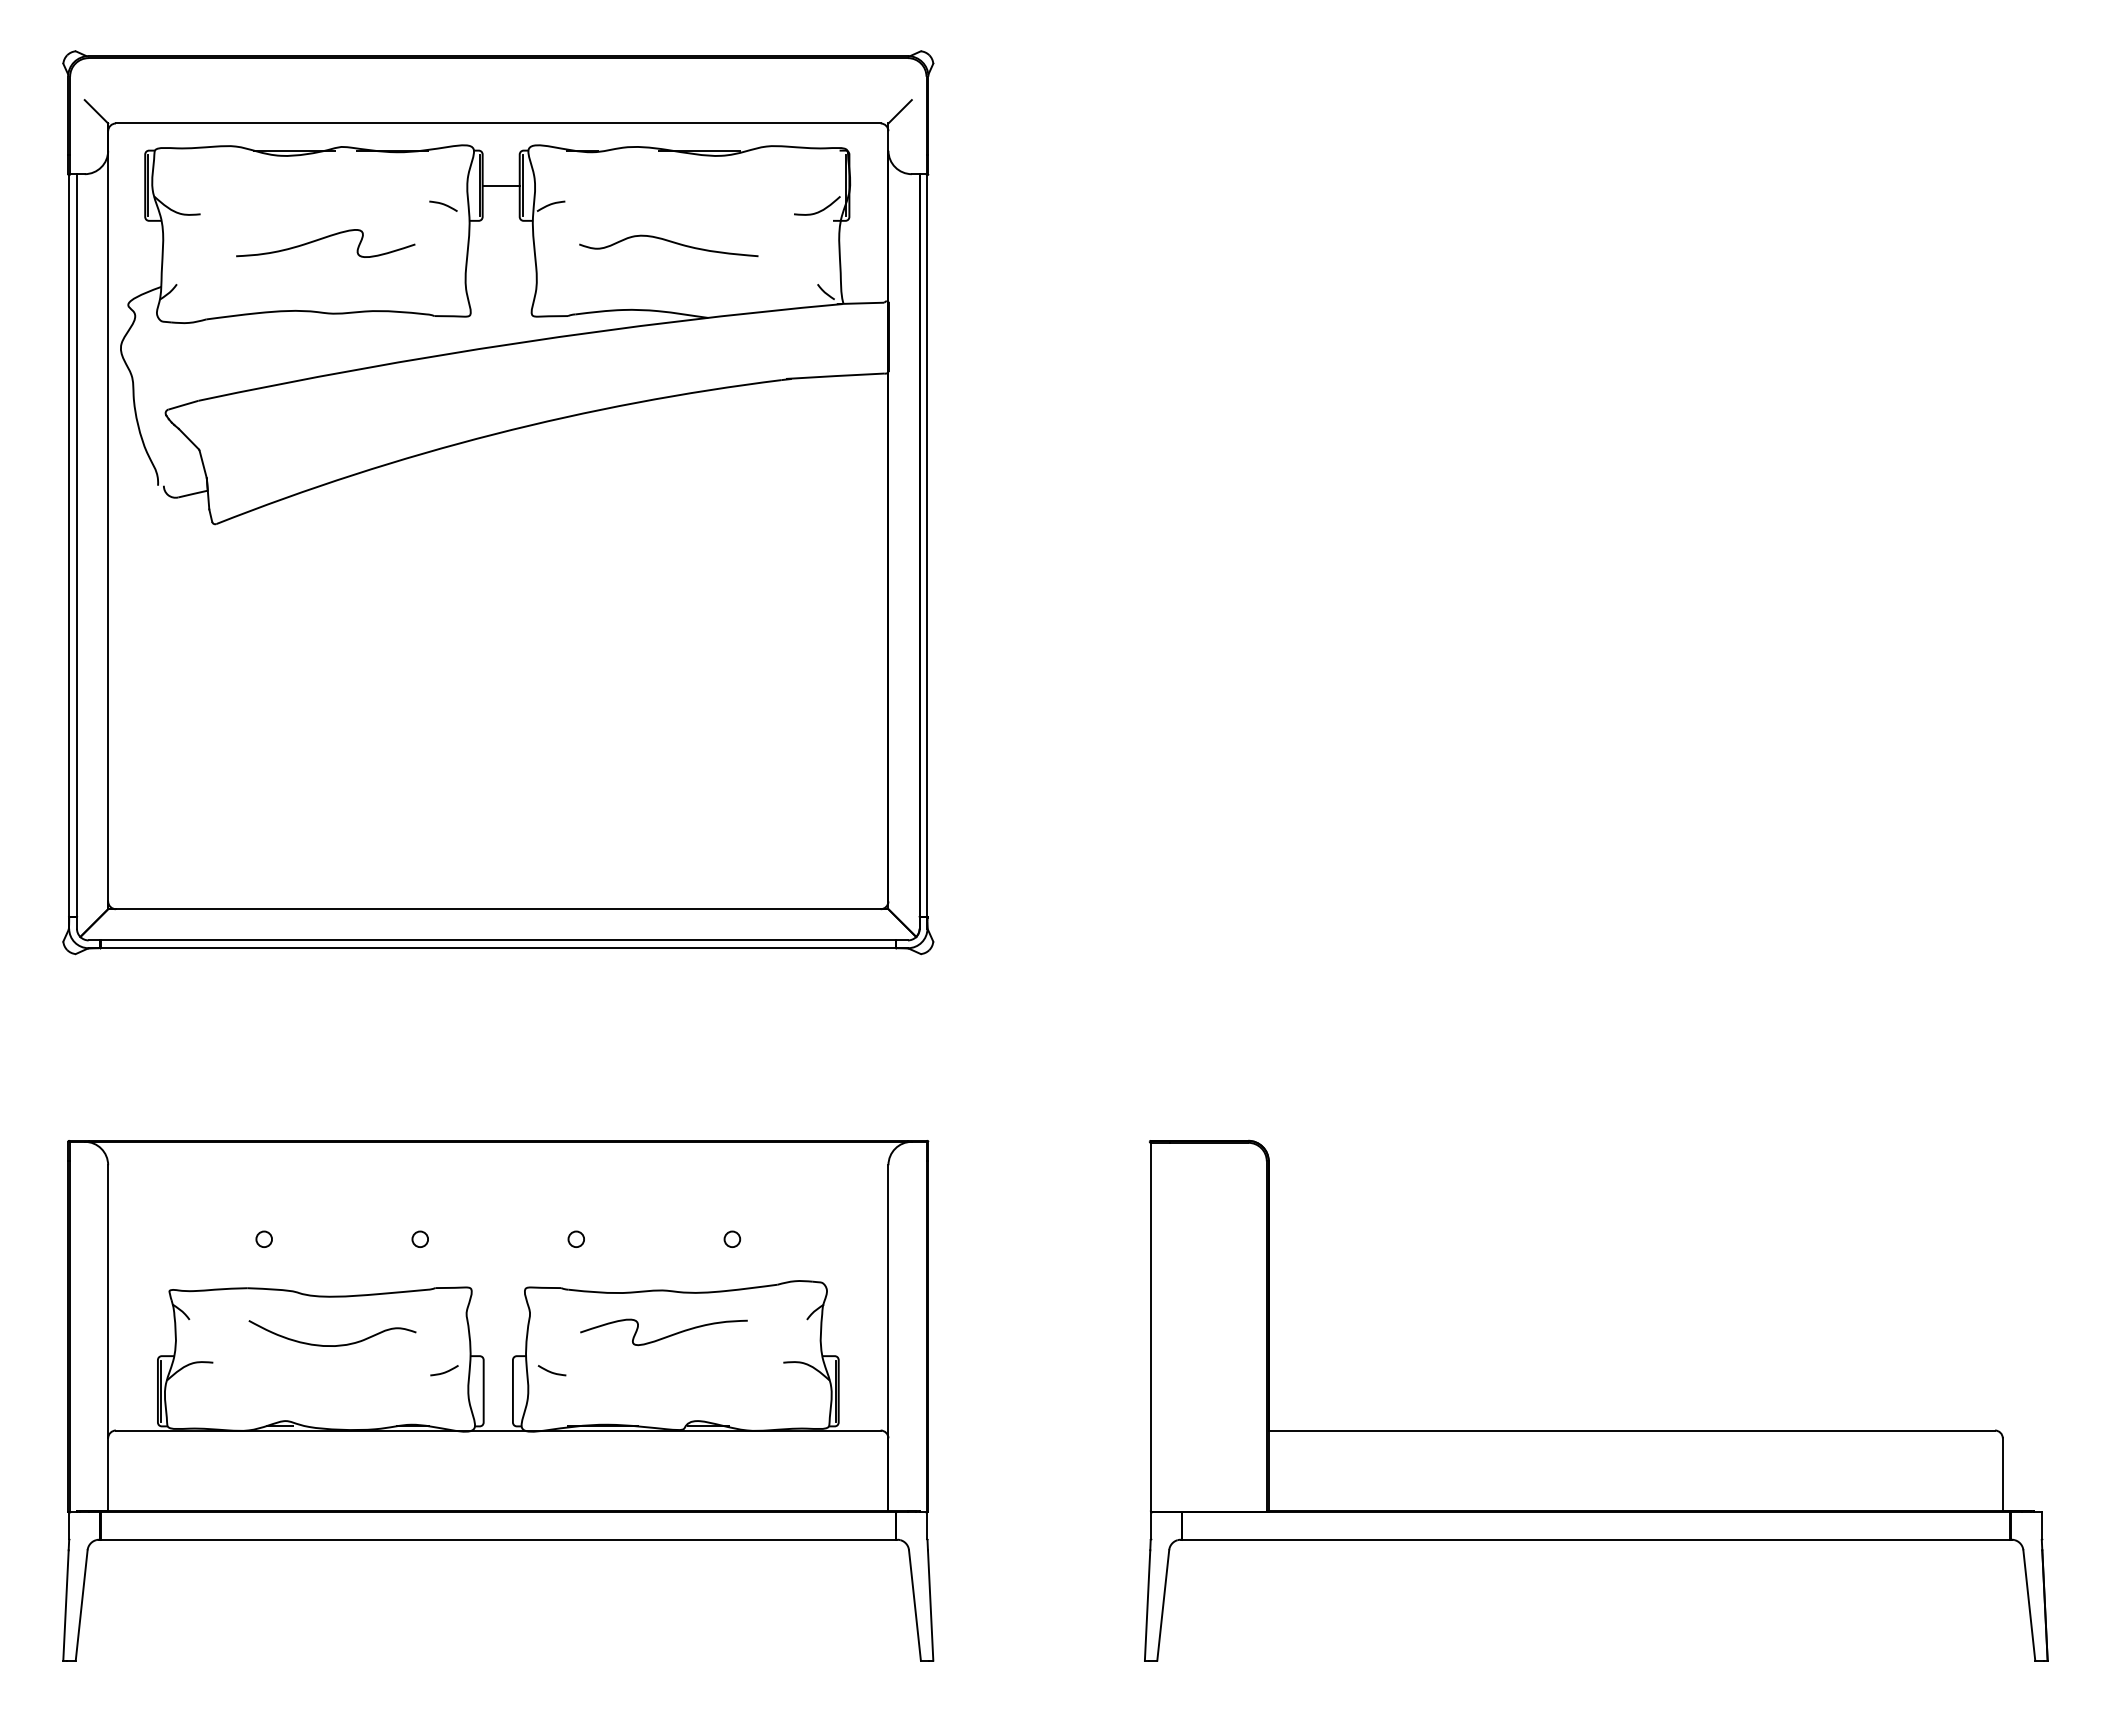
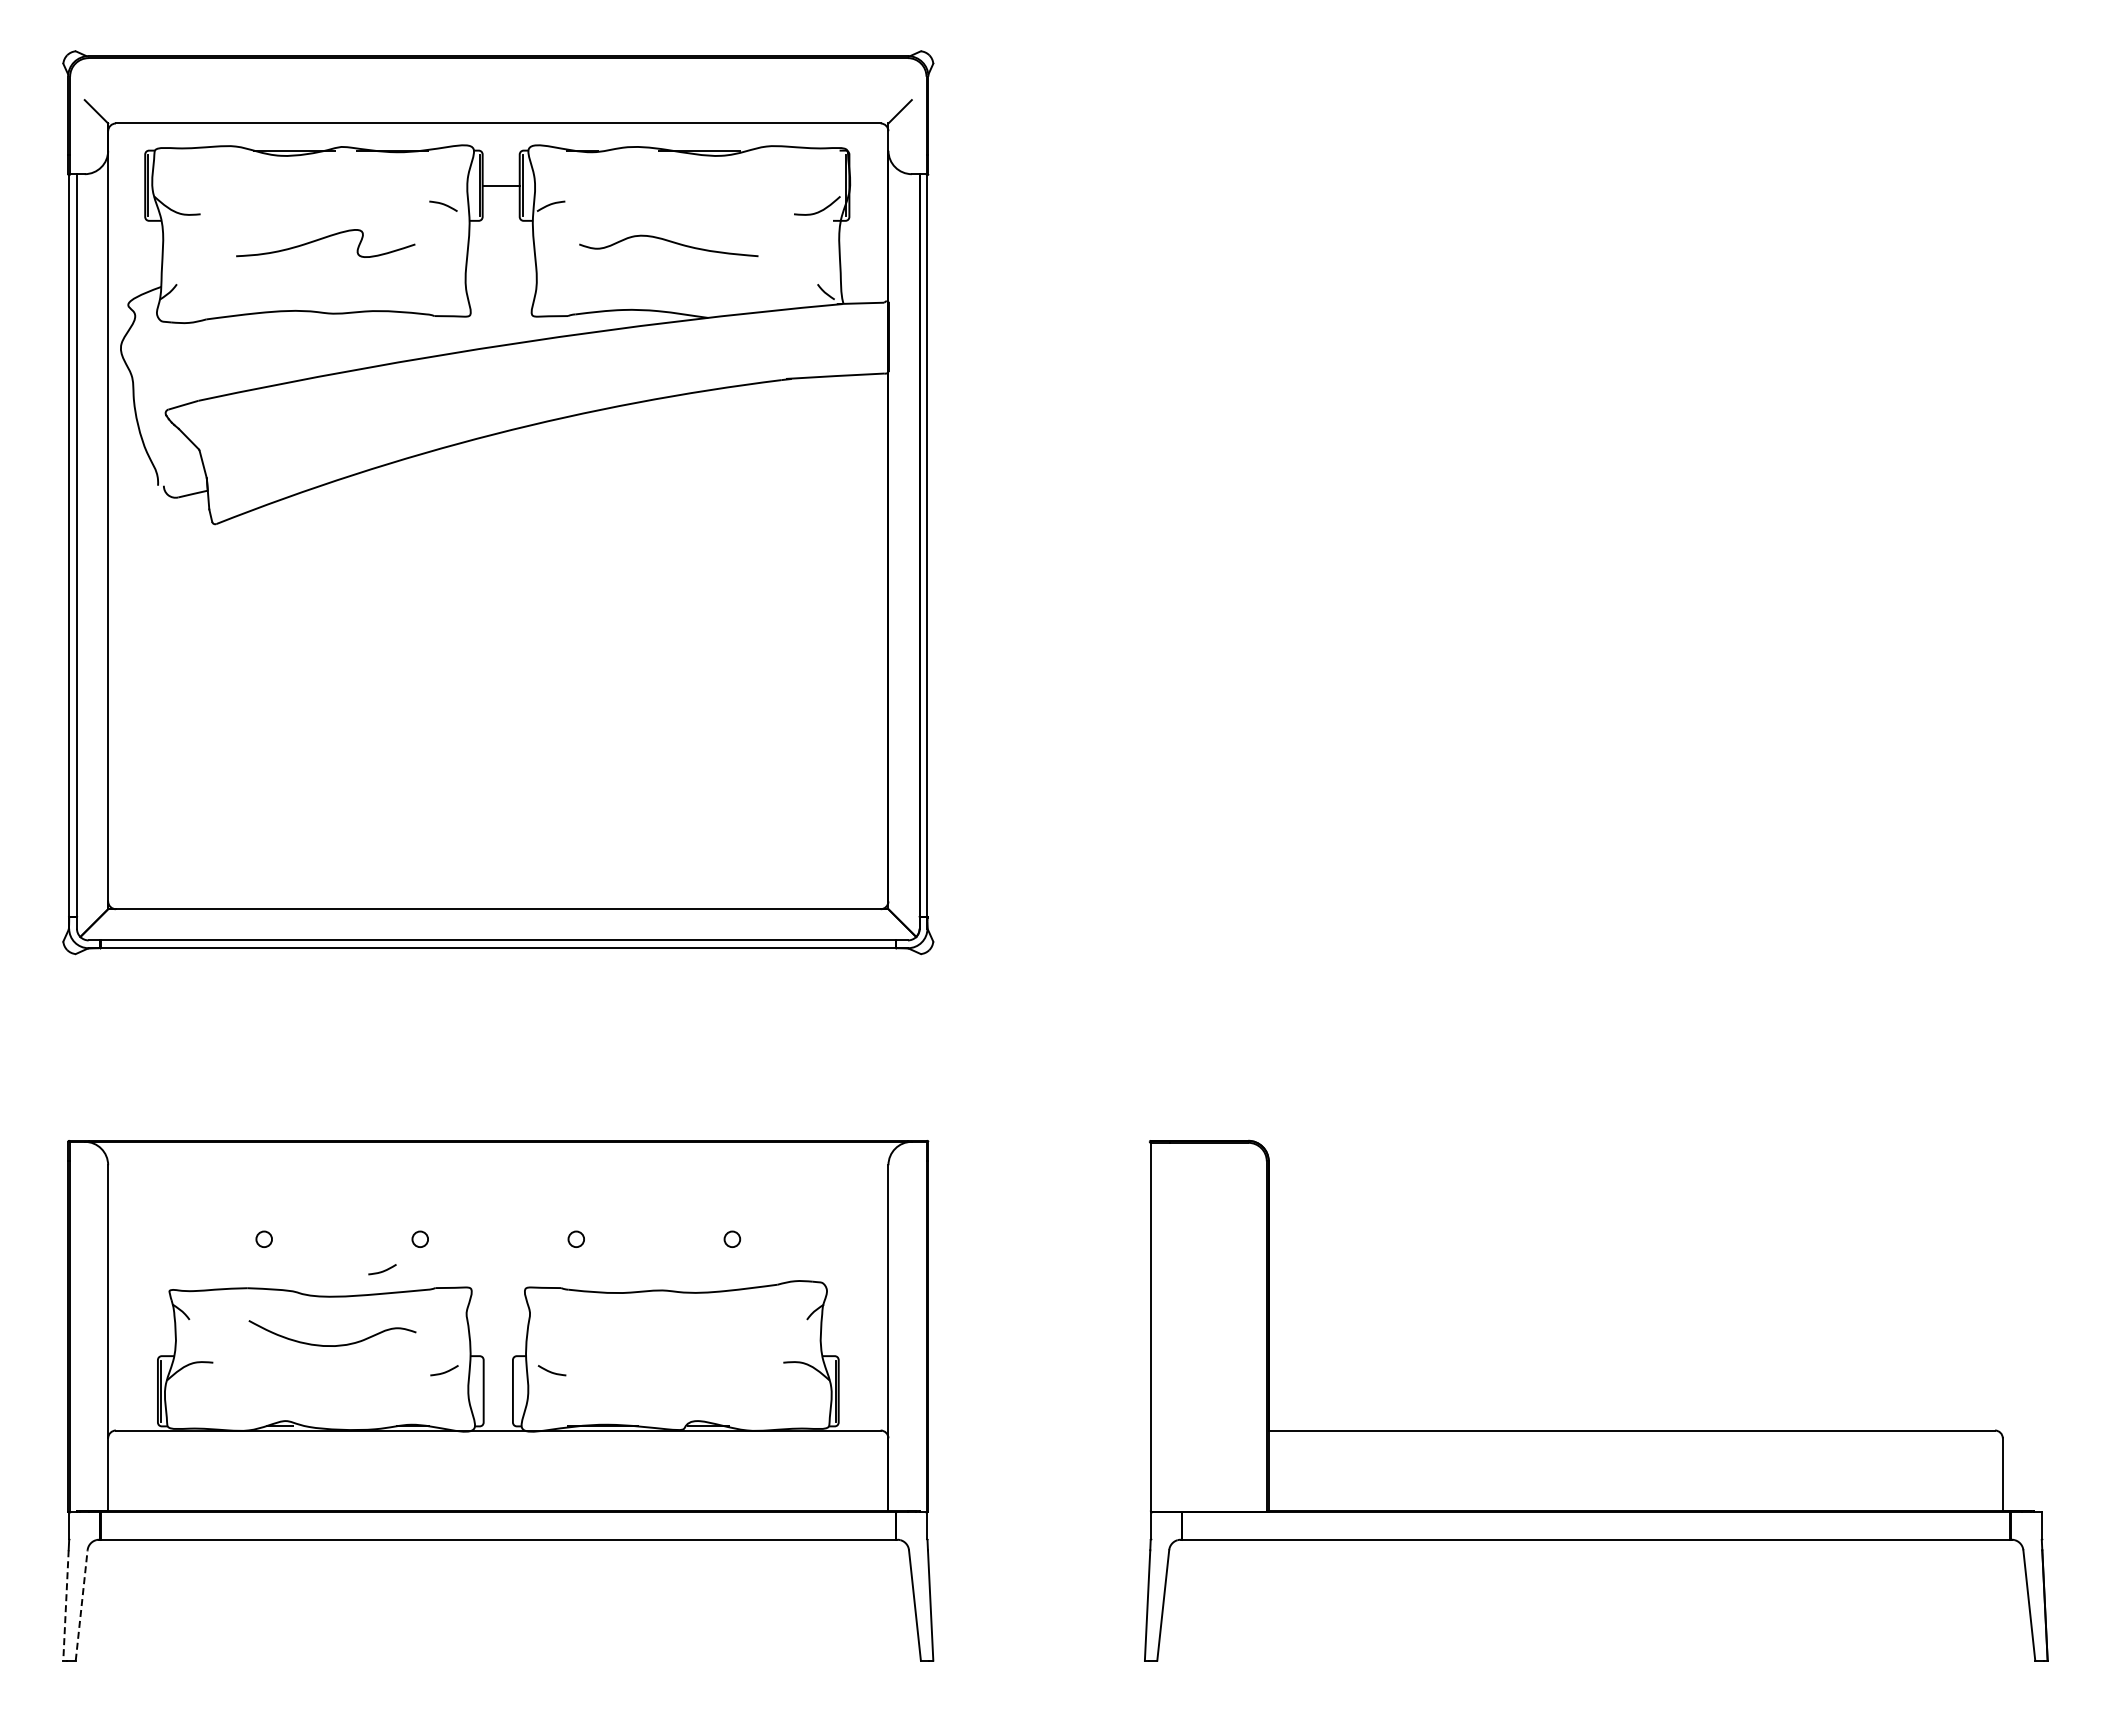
curve at (382, 1270): none -> present
curve at (665, 1336): present -> none
line at (65, 1605): solid -> dashed
line at (81, 1605): solid -> dashed
